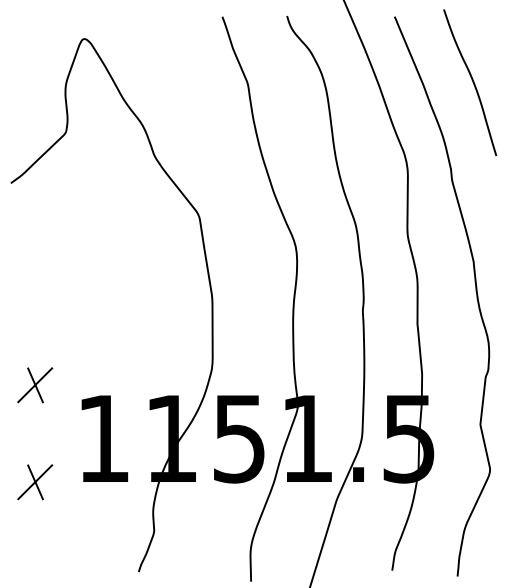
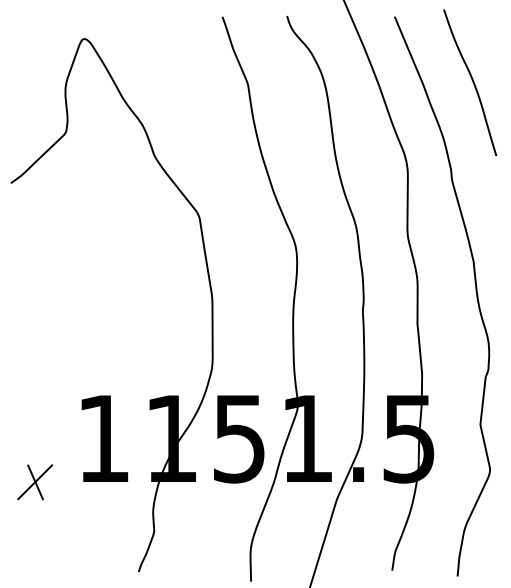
part at (35, 385): present -> none
